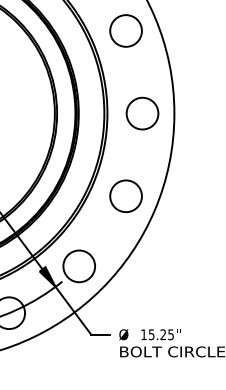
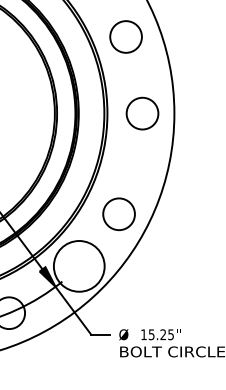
circle at (125, 30) position: (125, 30) -> (125, 36)
circle at (125, 195) position: (125, 195) -> (118, 213)
circle at (79, 266) diameter: 32 px -> 51 px
